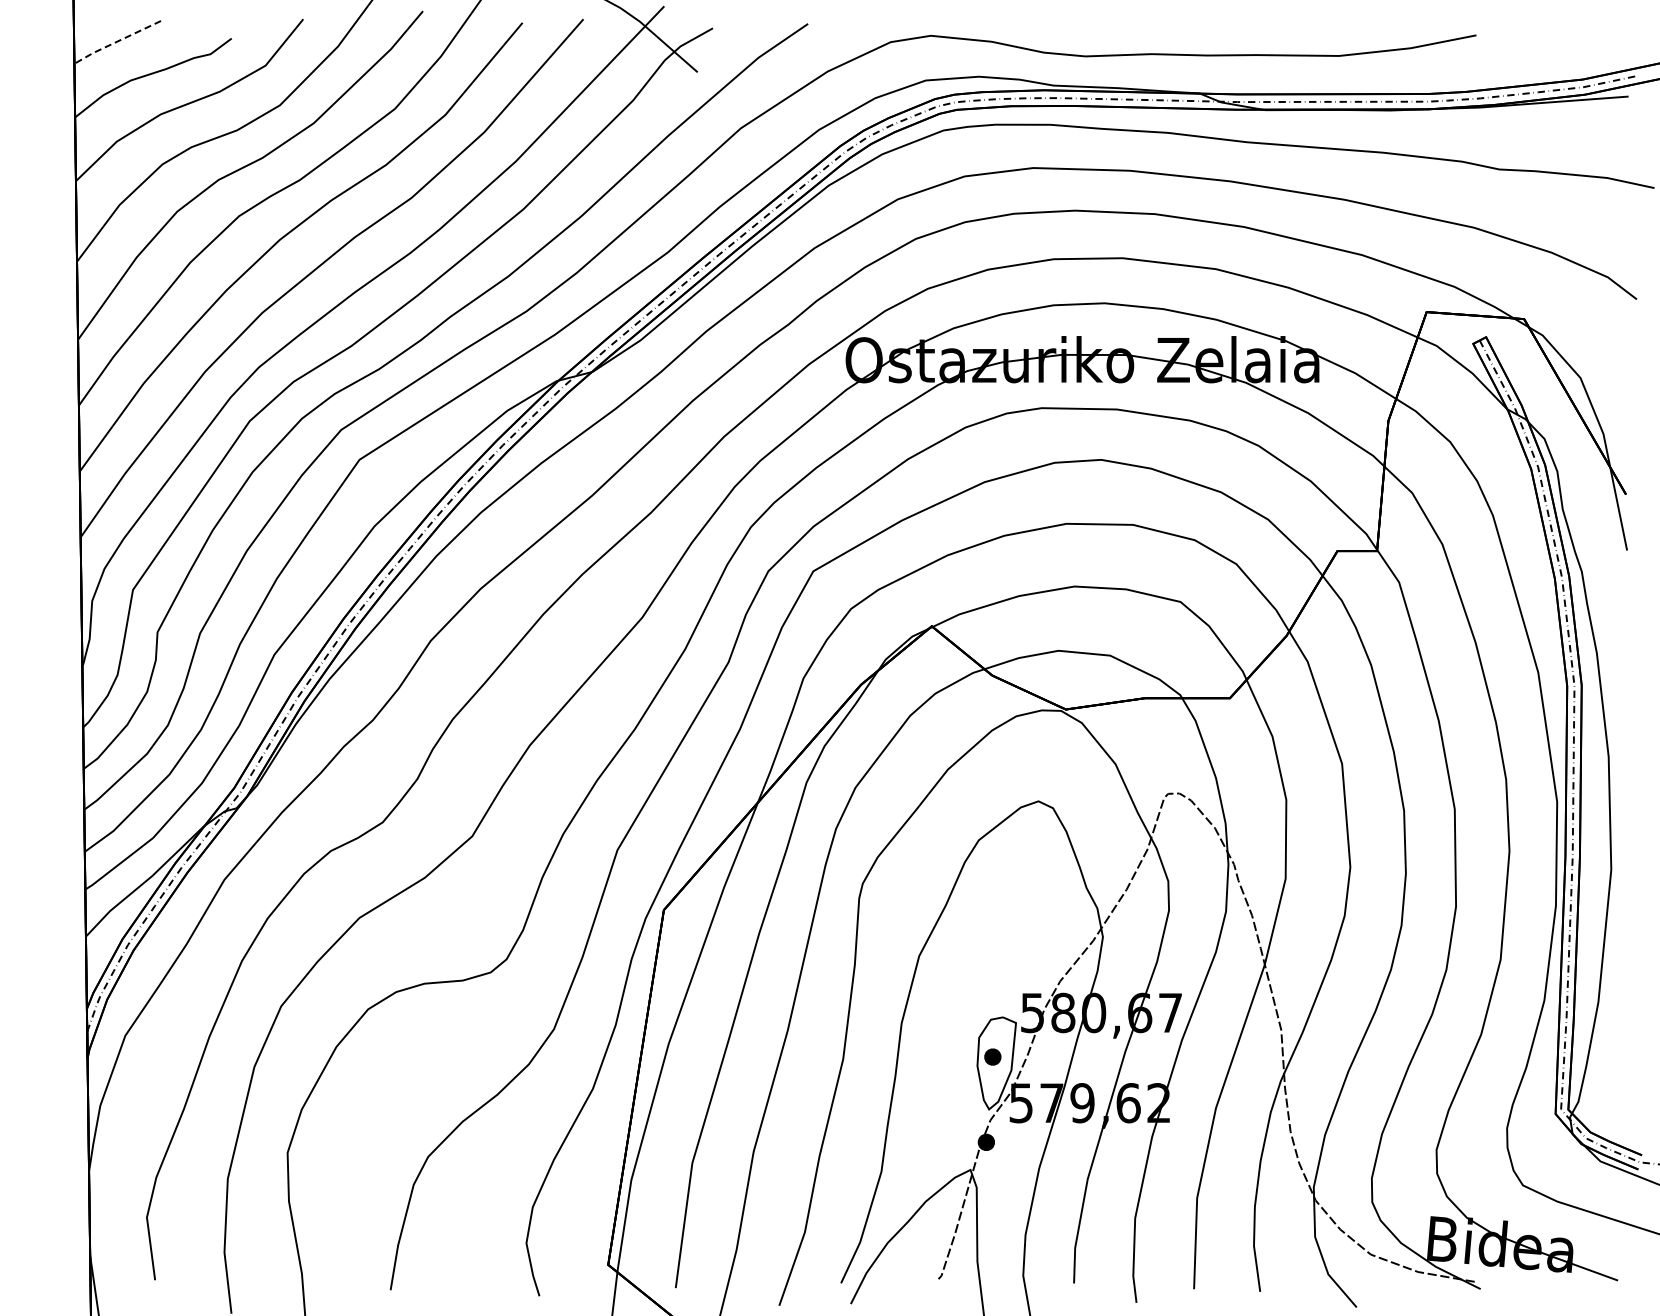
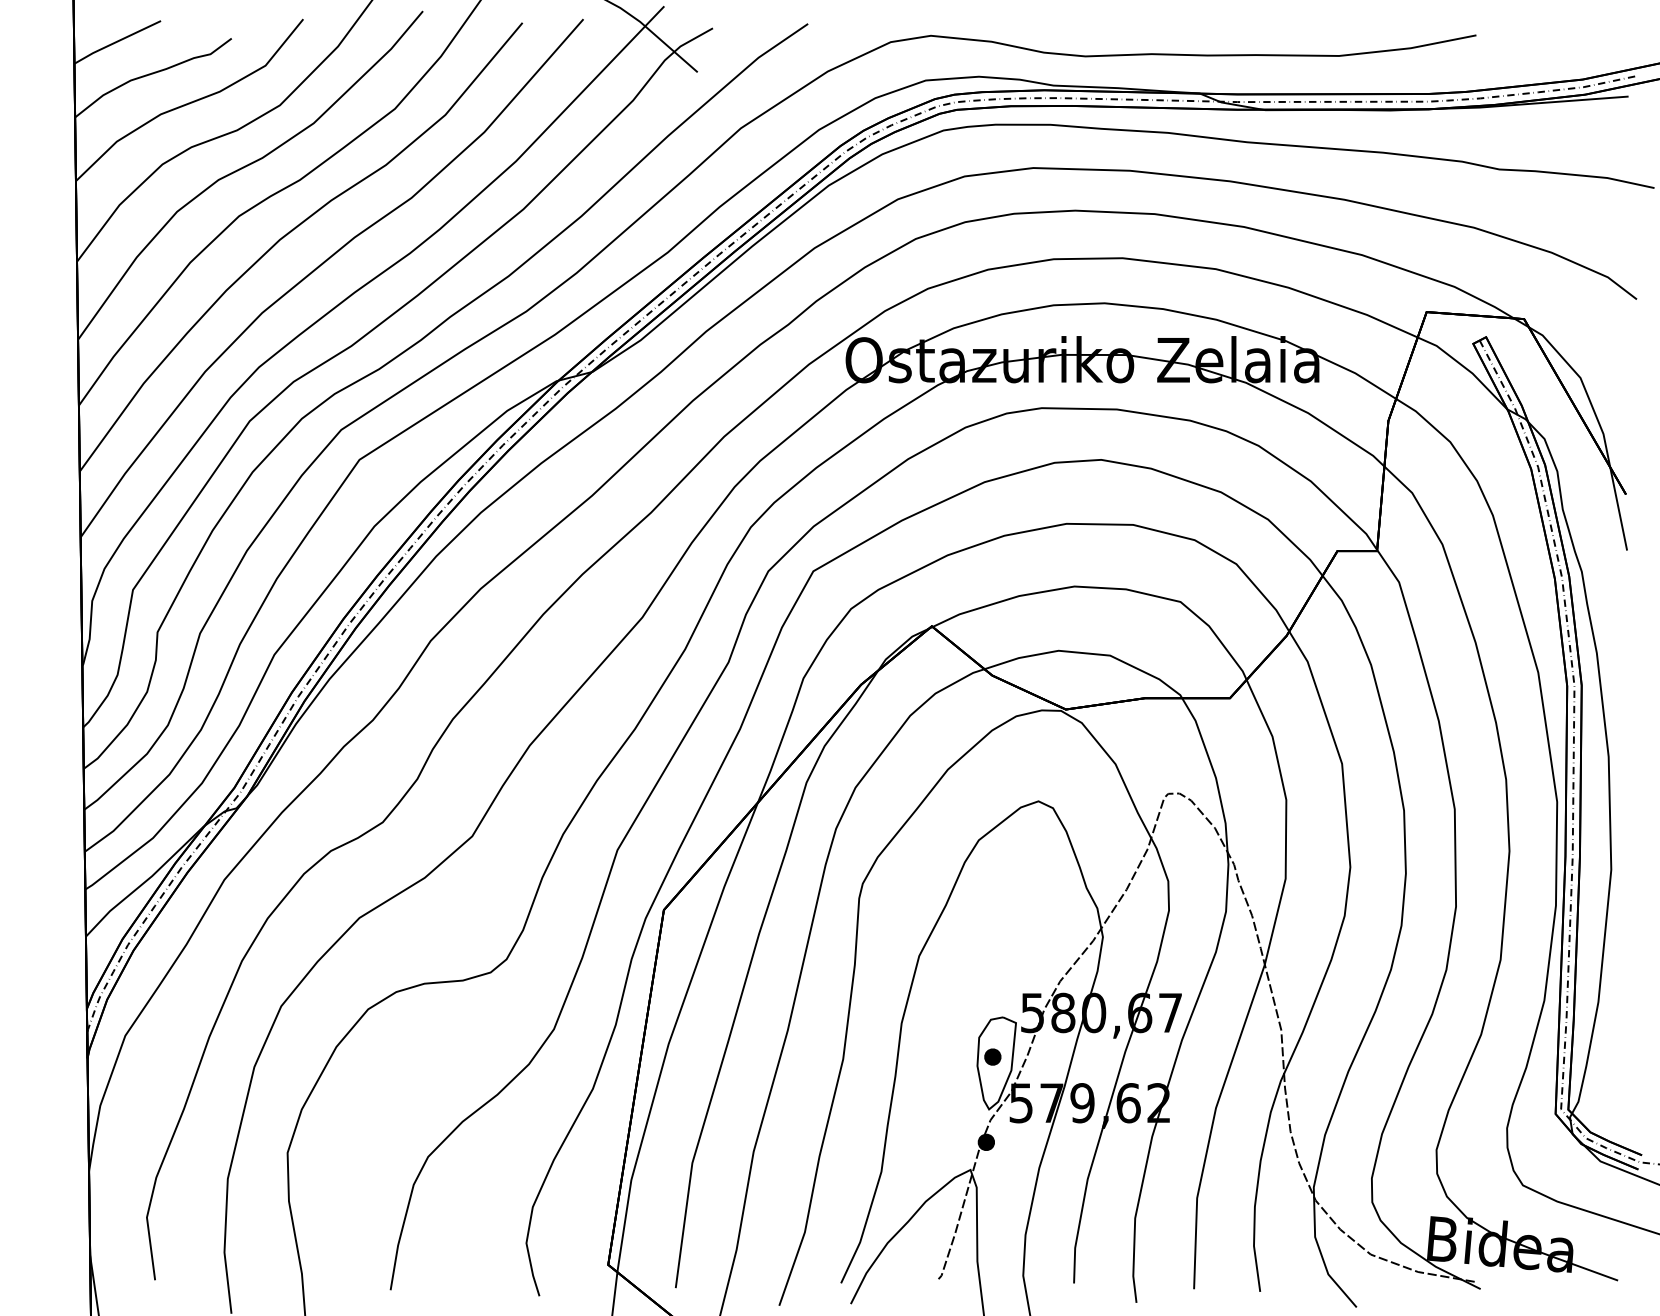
line at (116, 42): dashed -> solid
